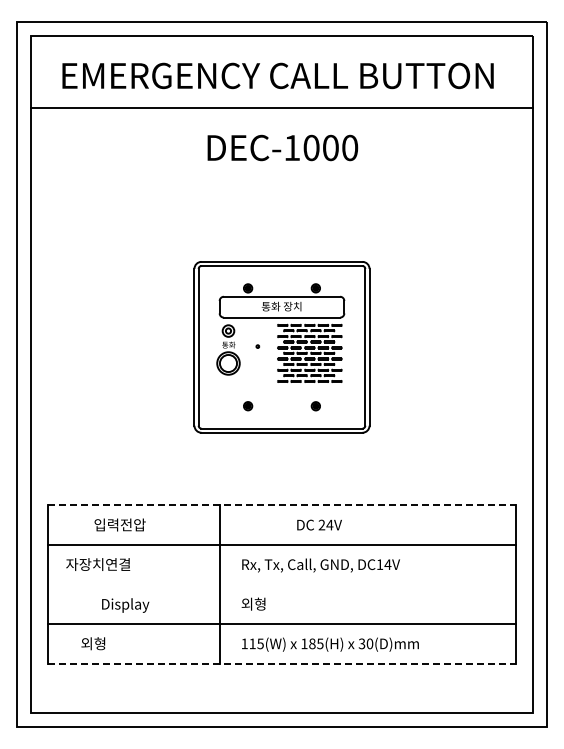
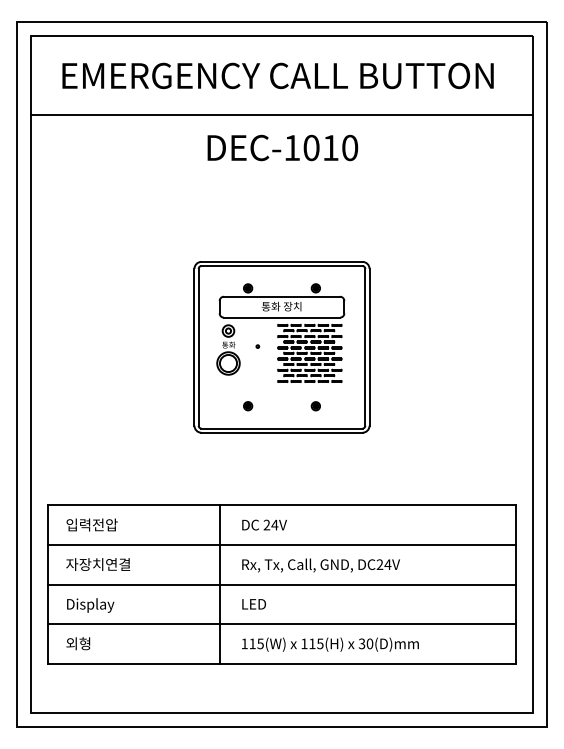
line at (281, 108) position: (281, 108) -> (281, 115)
text at (330, 147): DEC-1000 -> DEC-1010
line at (282, 505): dashed -> solid
text at (119, 524) position: (119, 524) -> (91, 524)
text at (319, 524) position: (319, 524) -> (264, 524)
text at (379, 564): DC14V -> DC24V
line at (281, 584): none -> present
text at (253, 603): 외형 -> LED
text at (125, 605) position: (125, 605) -> (90, 605)
text at (93, 643) position: (93, 643) -> (78, 643)
text at (312, 643): 185(H) -> 115(H)
line at (282, 663): dashed -> solid
